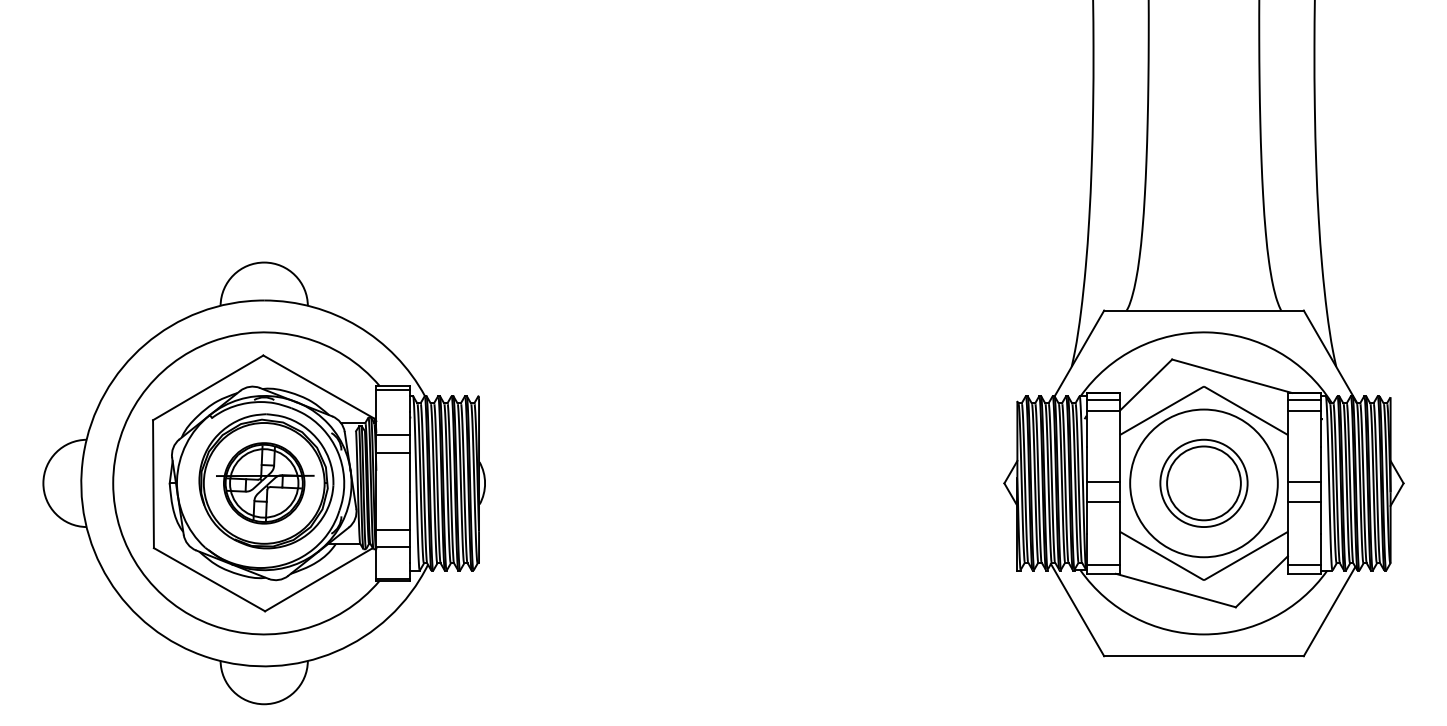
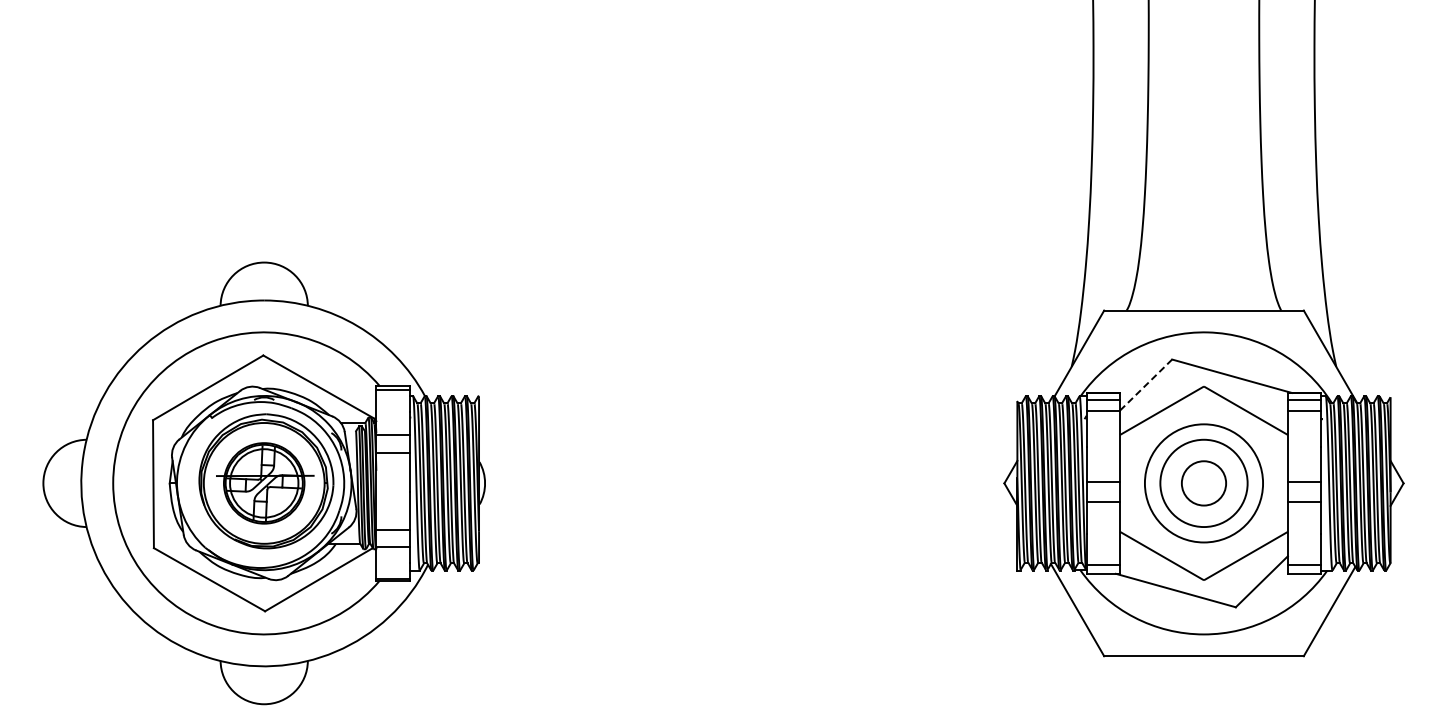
line at (1146, 384): solid -> dashed
circle at (1203, 483) diameter: 148 px -> 118 px
circle at (1203, 483) diameter: 74 px -> 44 px
